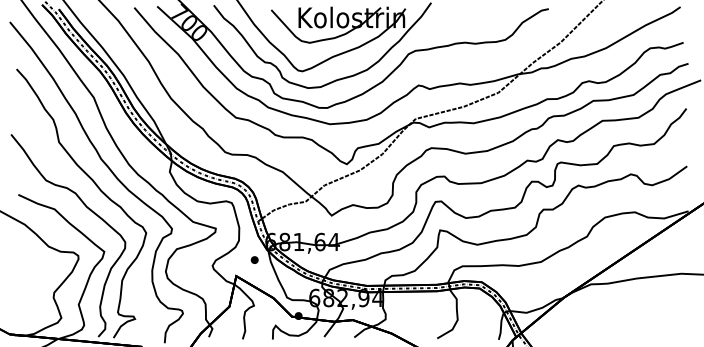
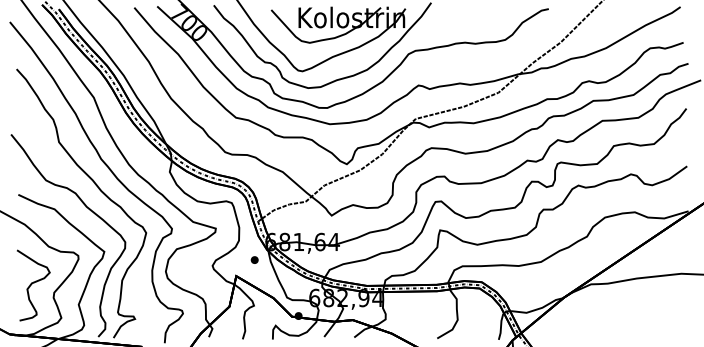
curve at (32, 284): none -> present
